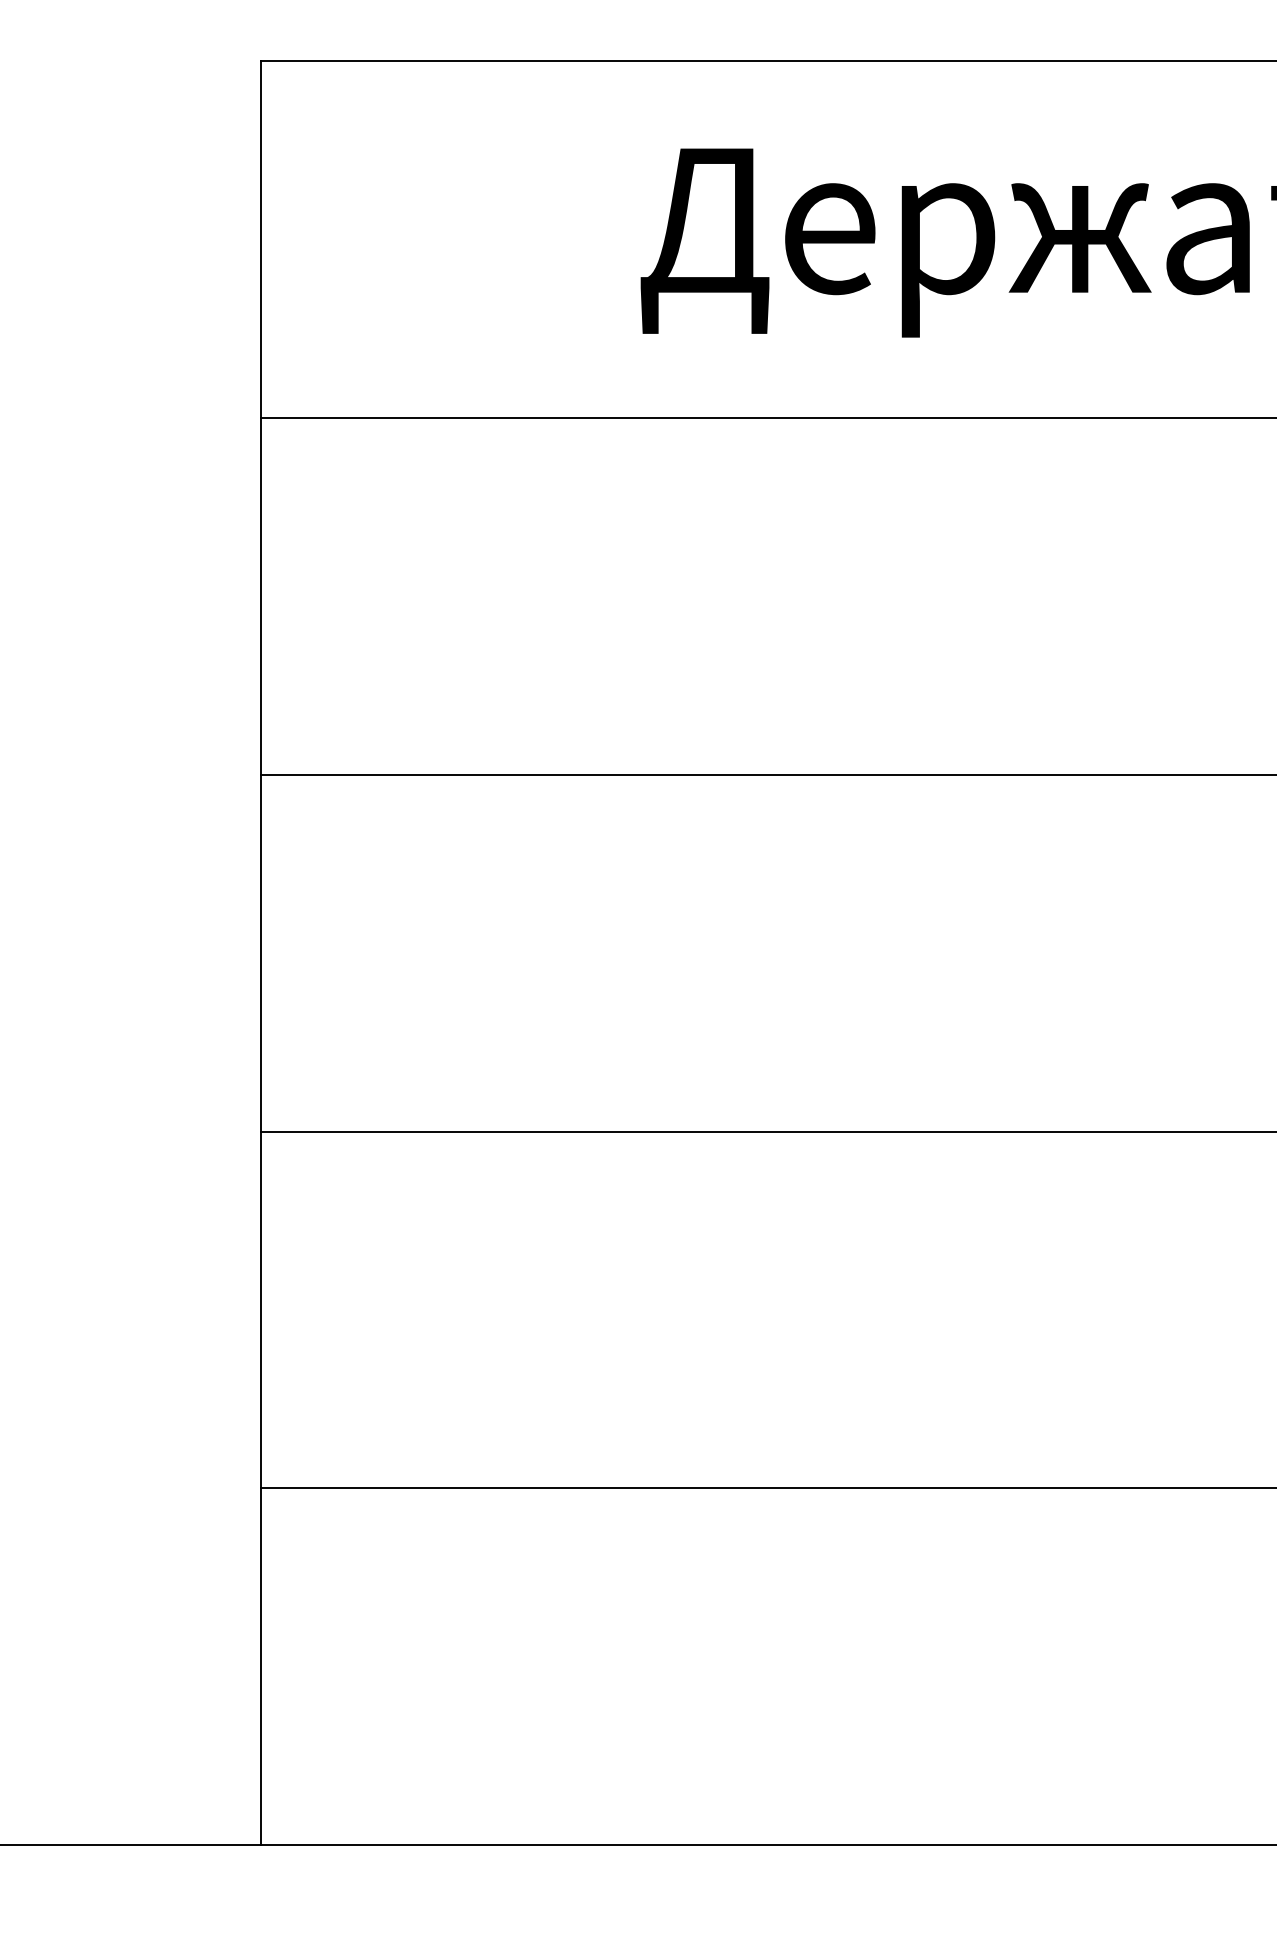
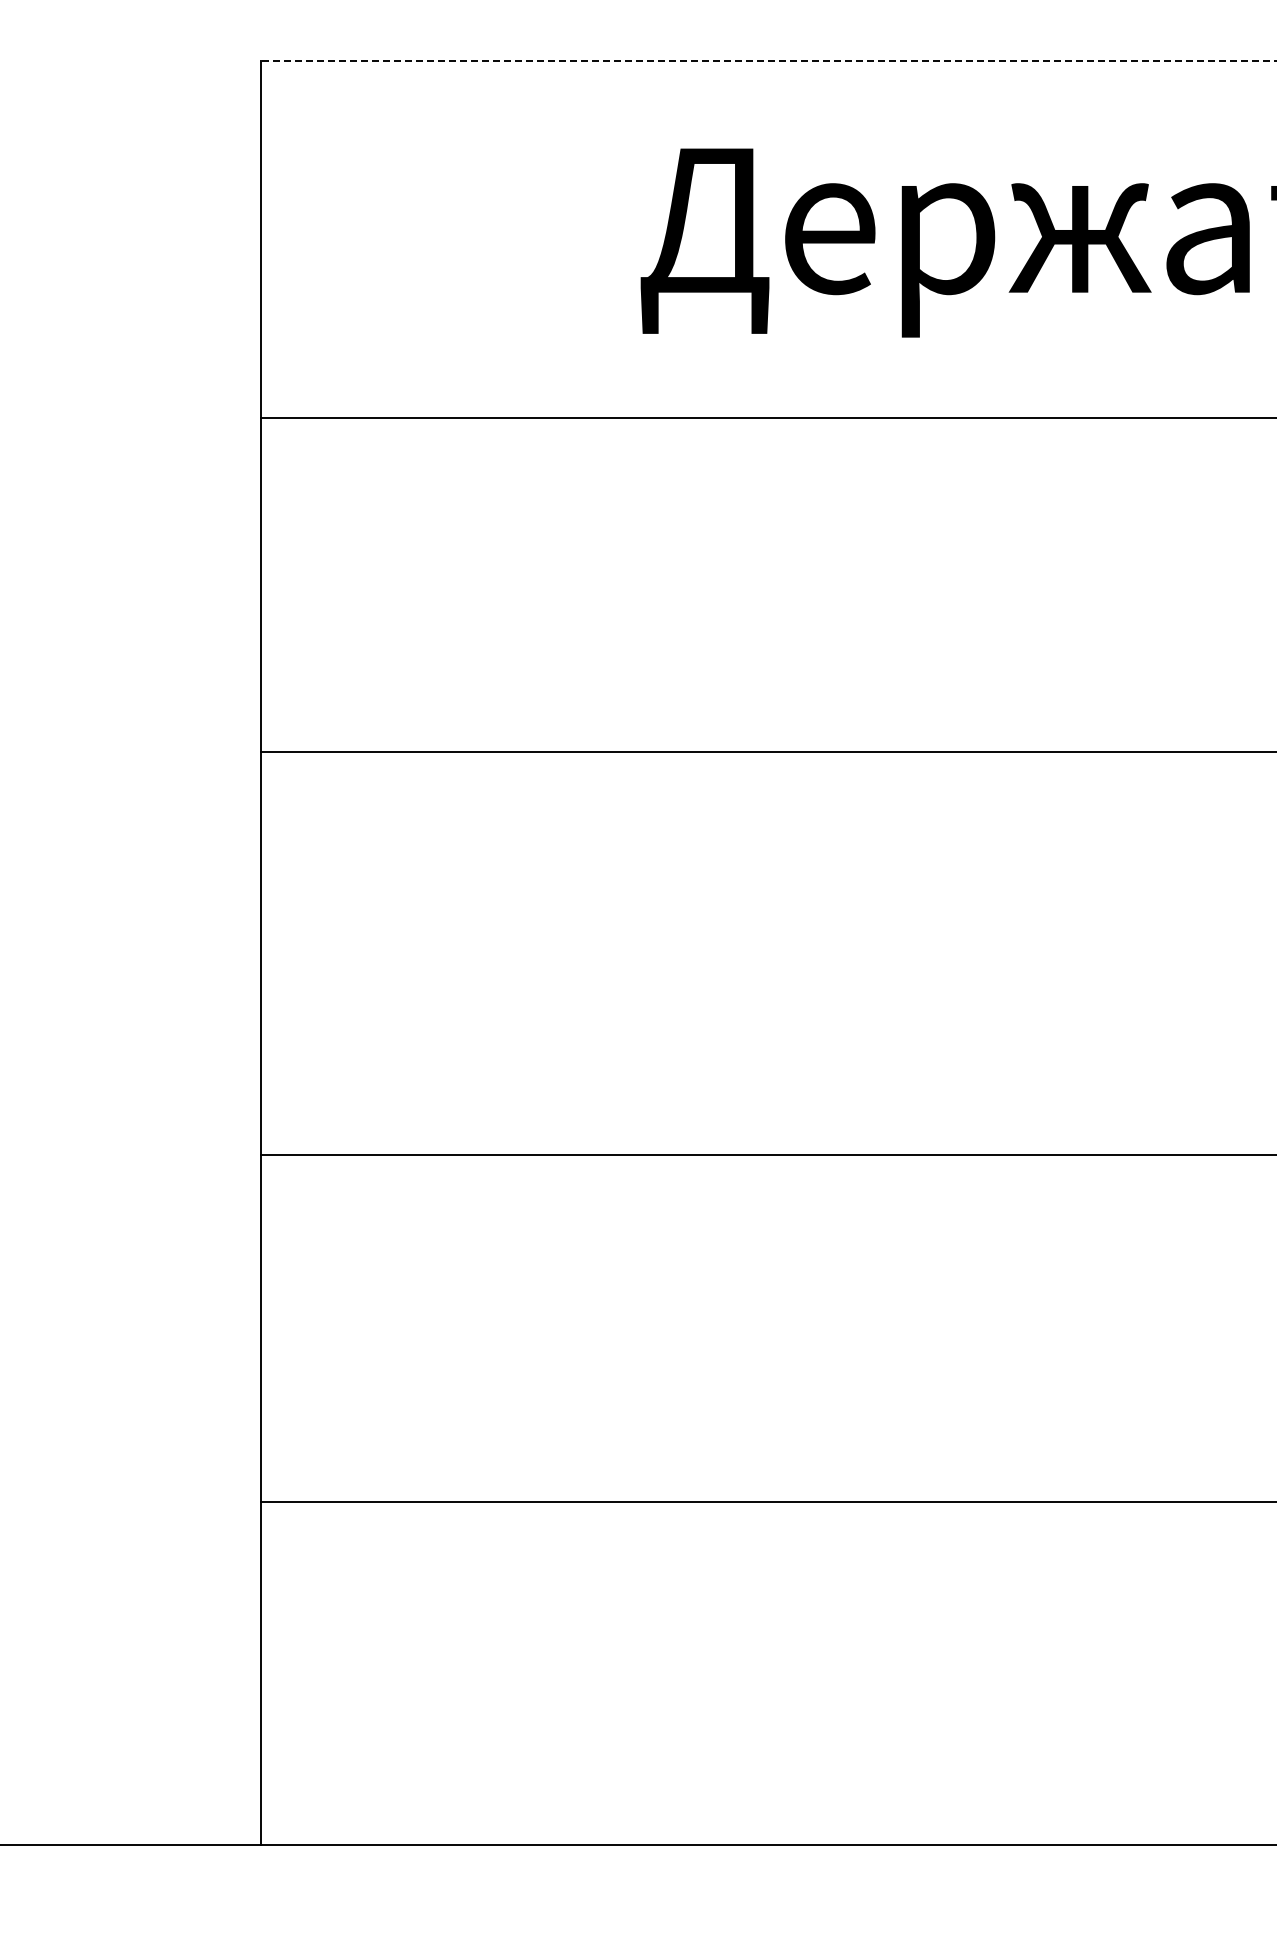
line at (767, 60): solid -> dashed
line at (767, 774) position: (767, 774) -> (767, 751)
line at (767, 1131) position: (767, 1131) -> (767, 1154)
line at (767, 1488) position: (767, 1488) -> (767, 1502)
